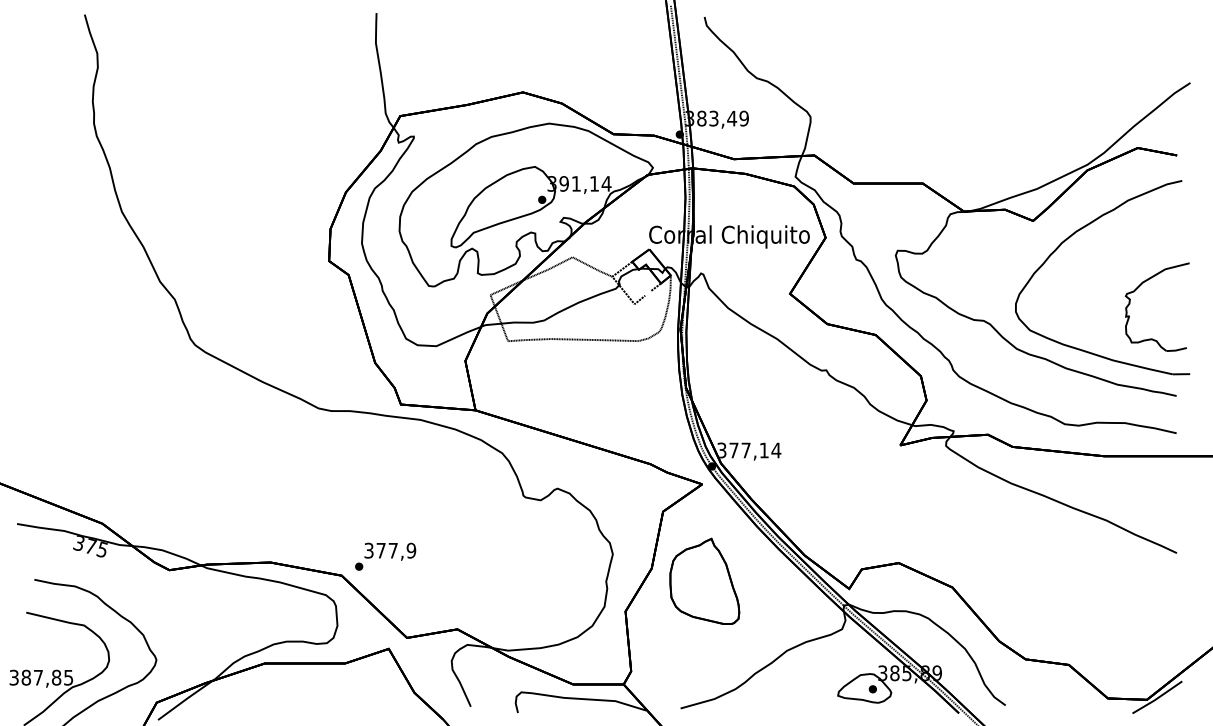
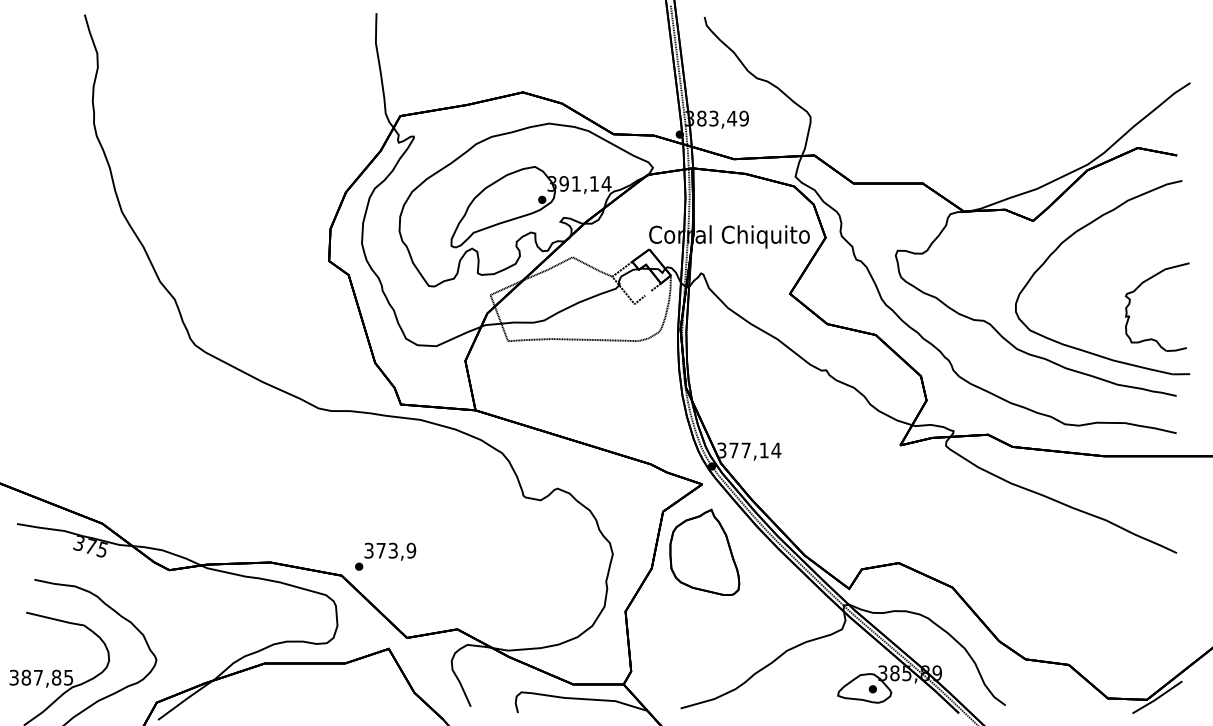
text at (392, 550): 377,9 -> 373,9
part at (704, 580) position: (704, 580) -> (704, 551)
